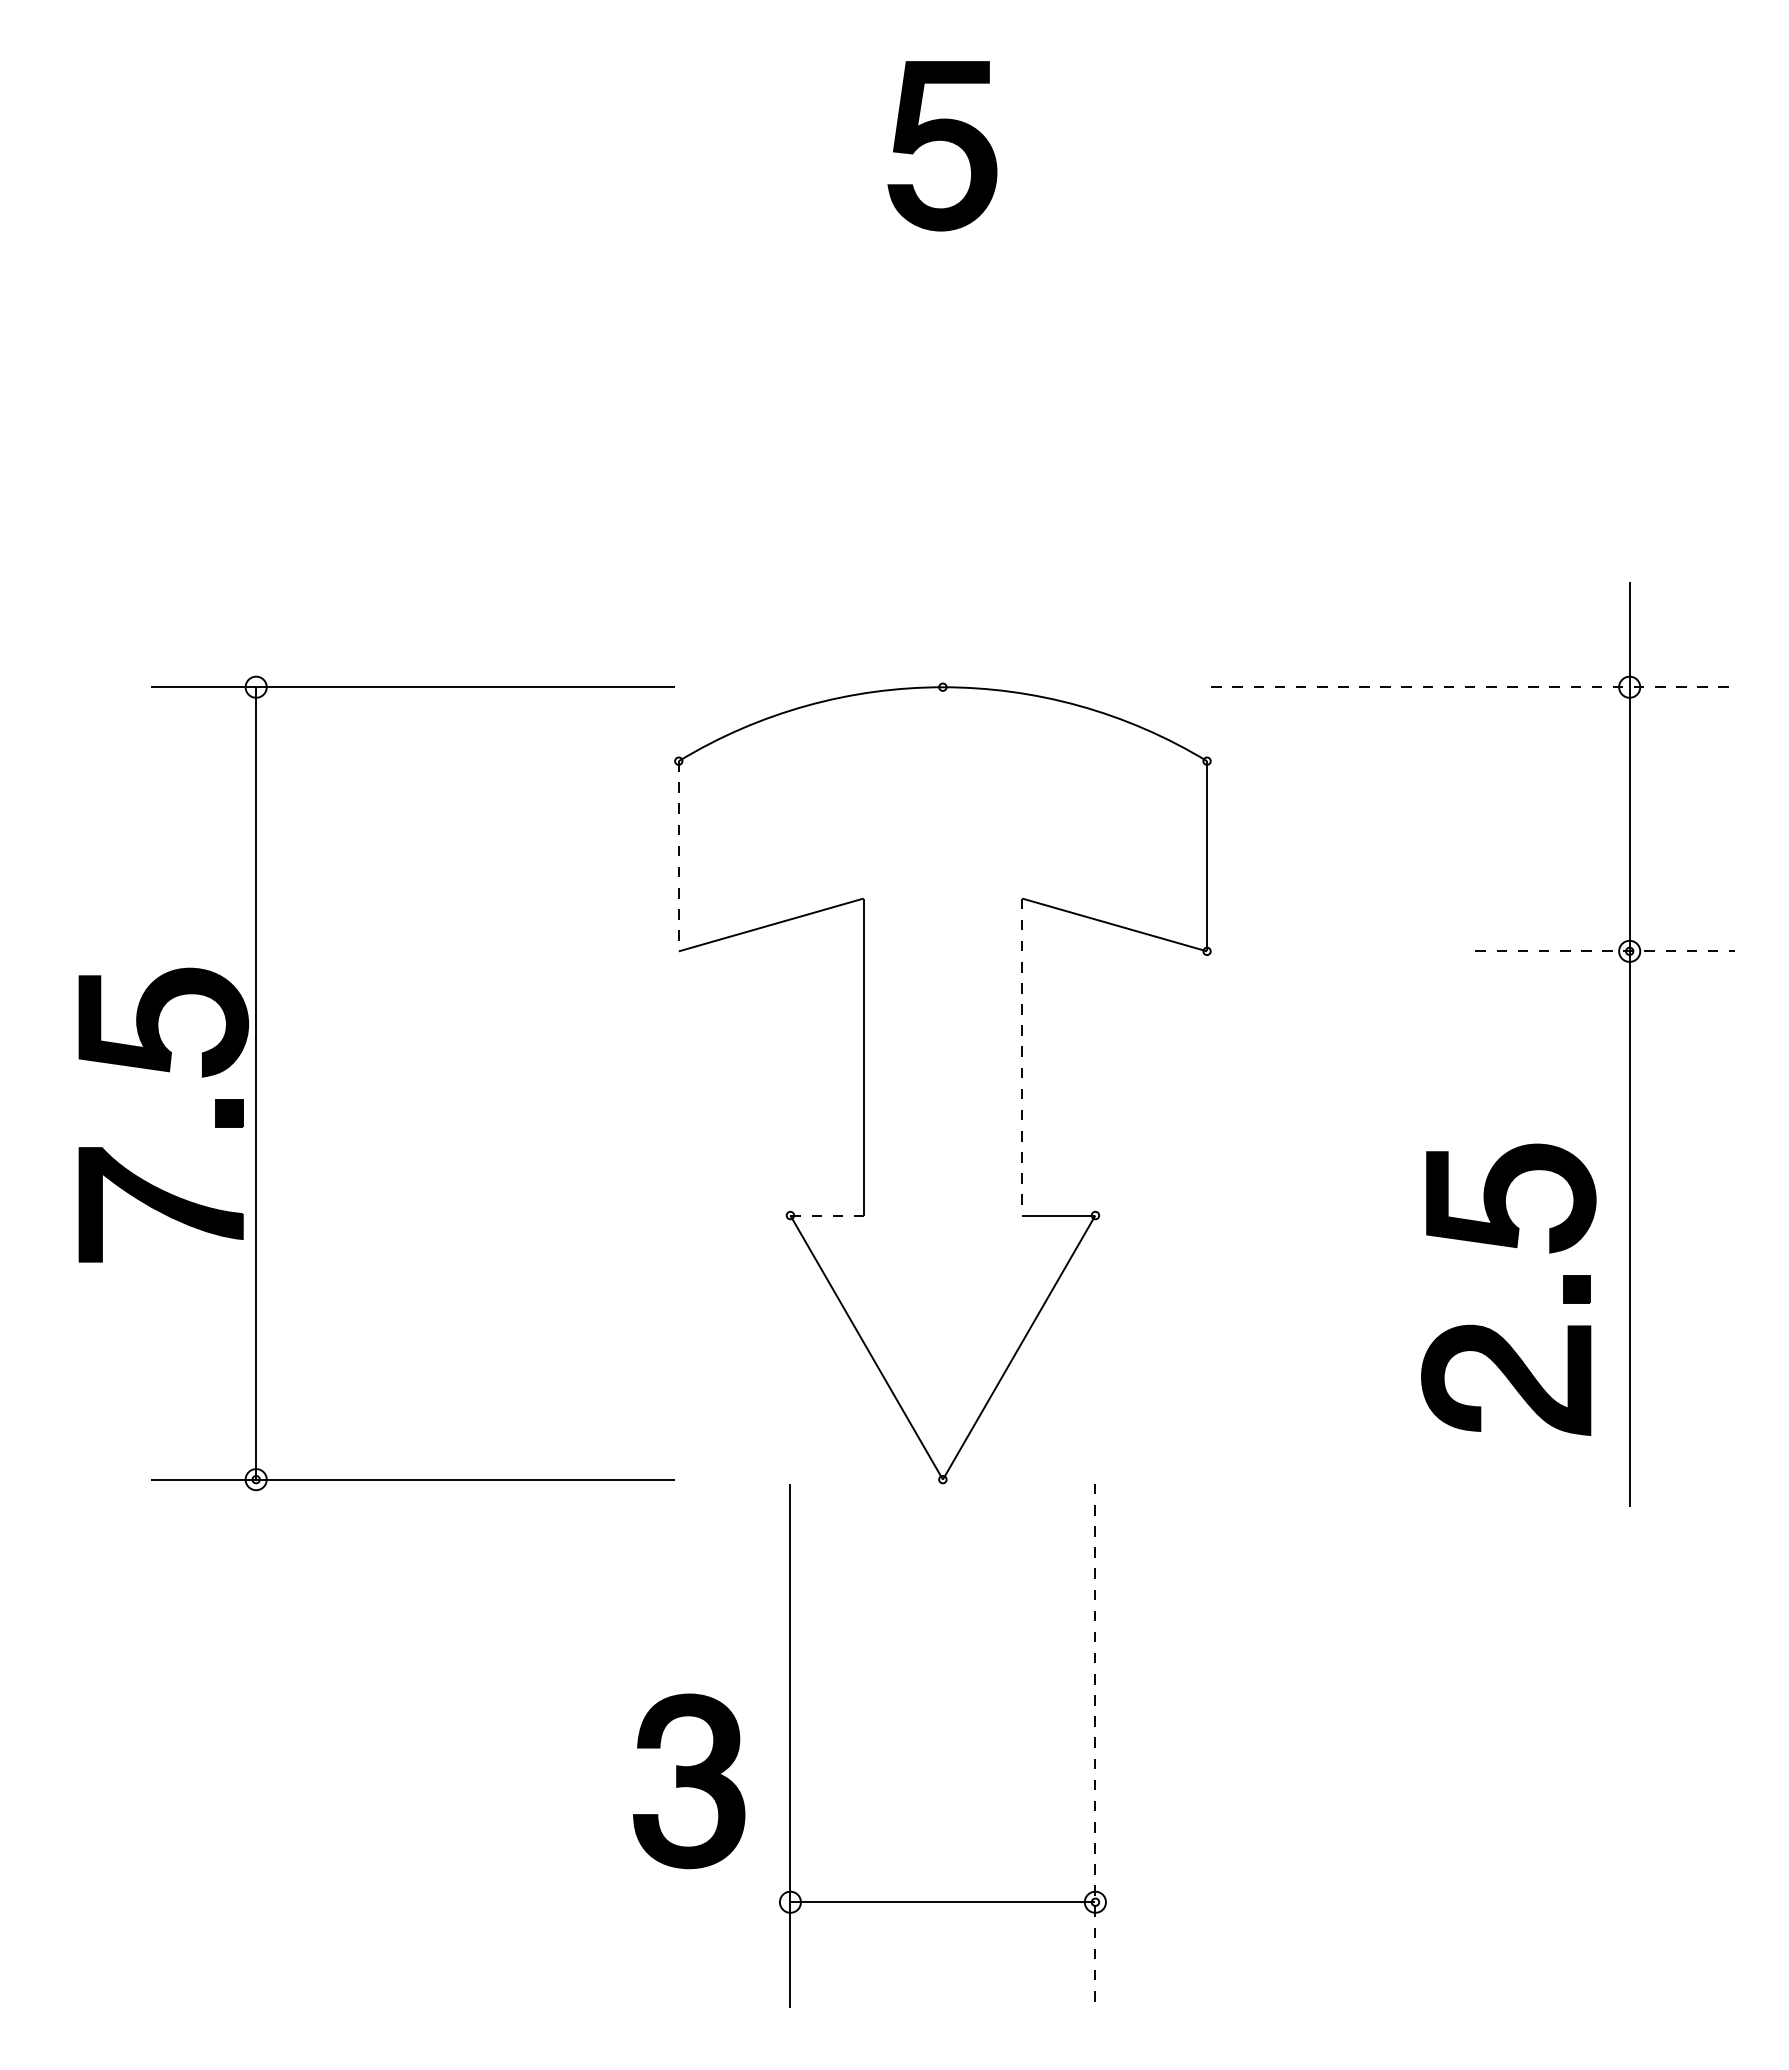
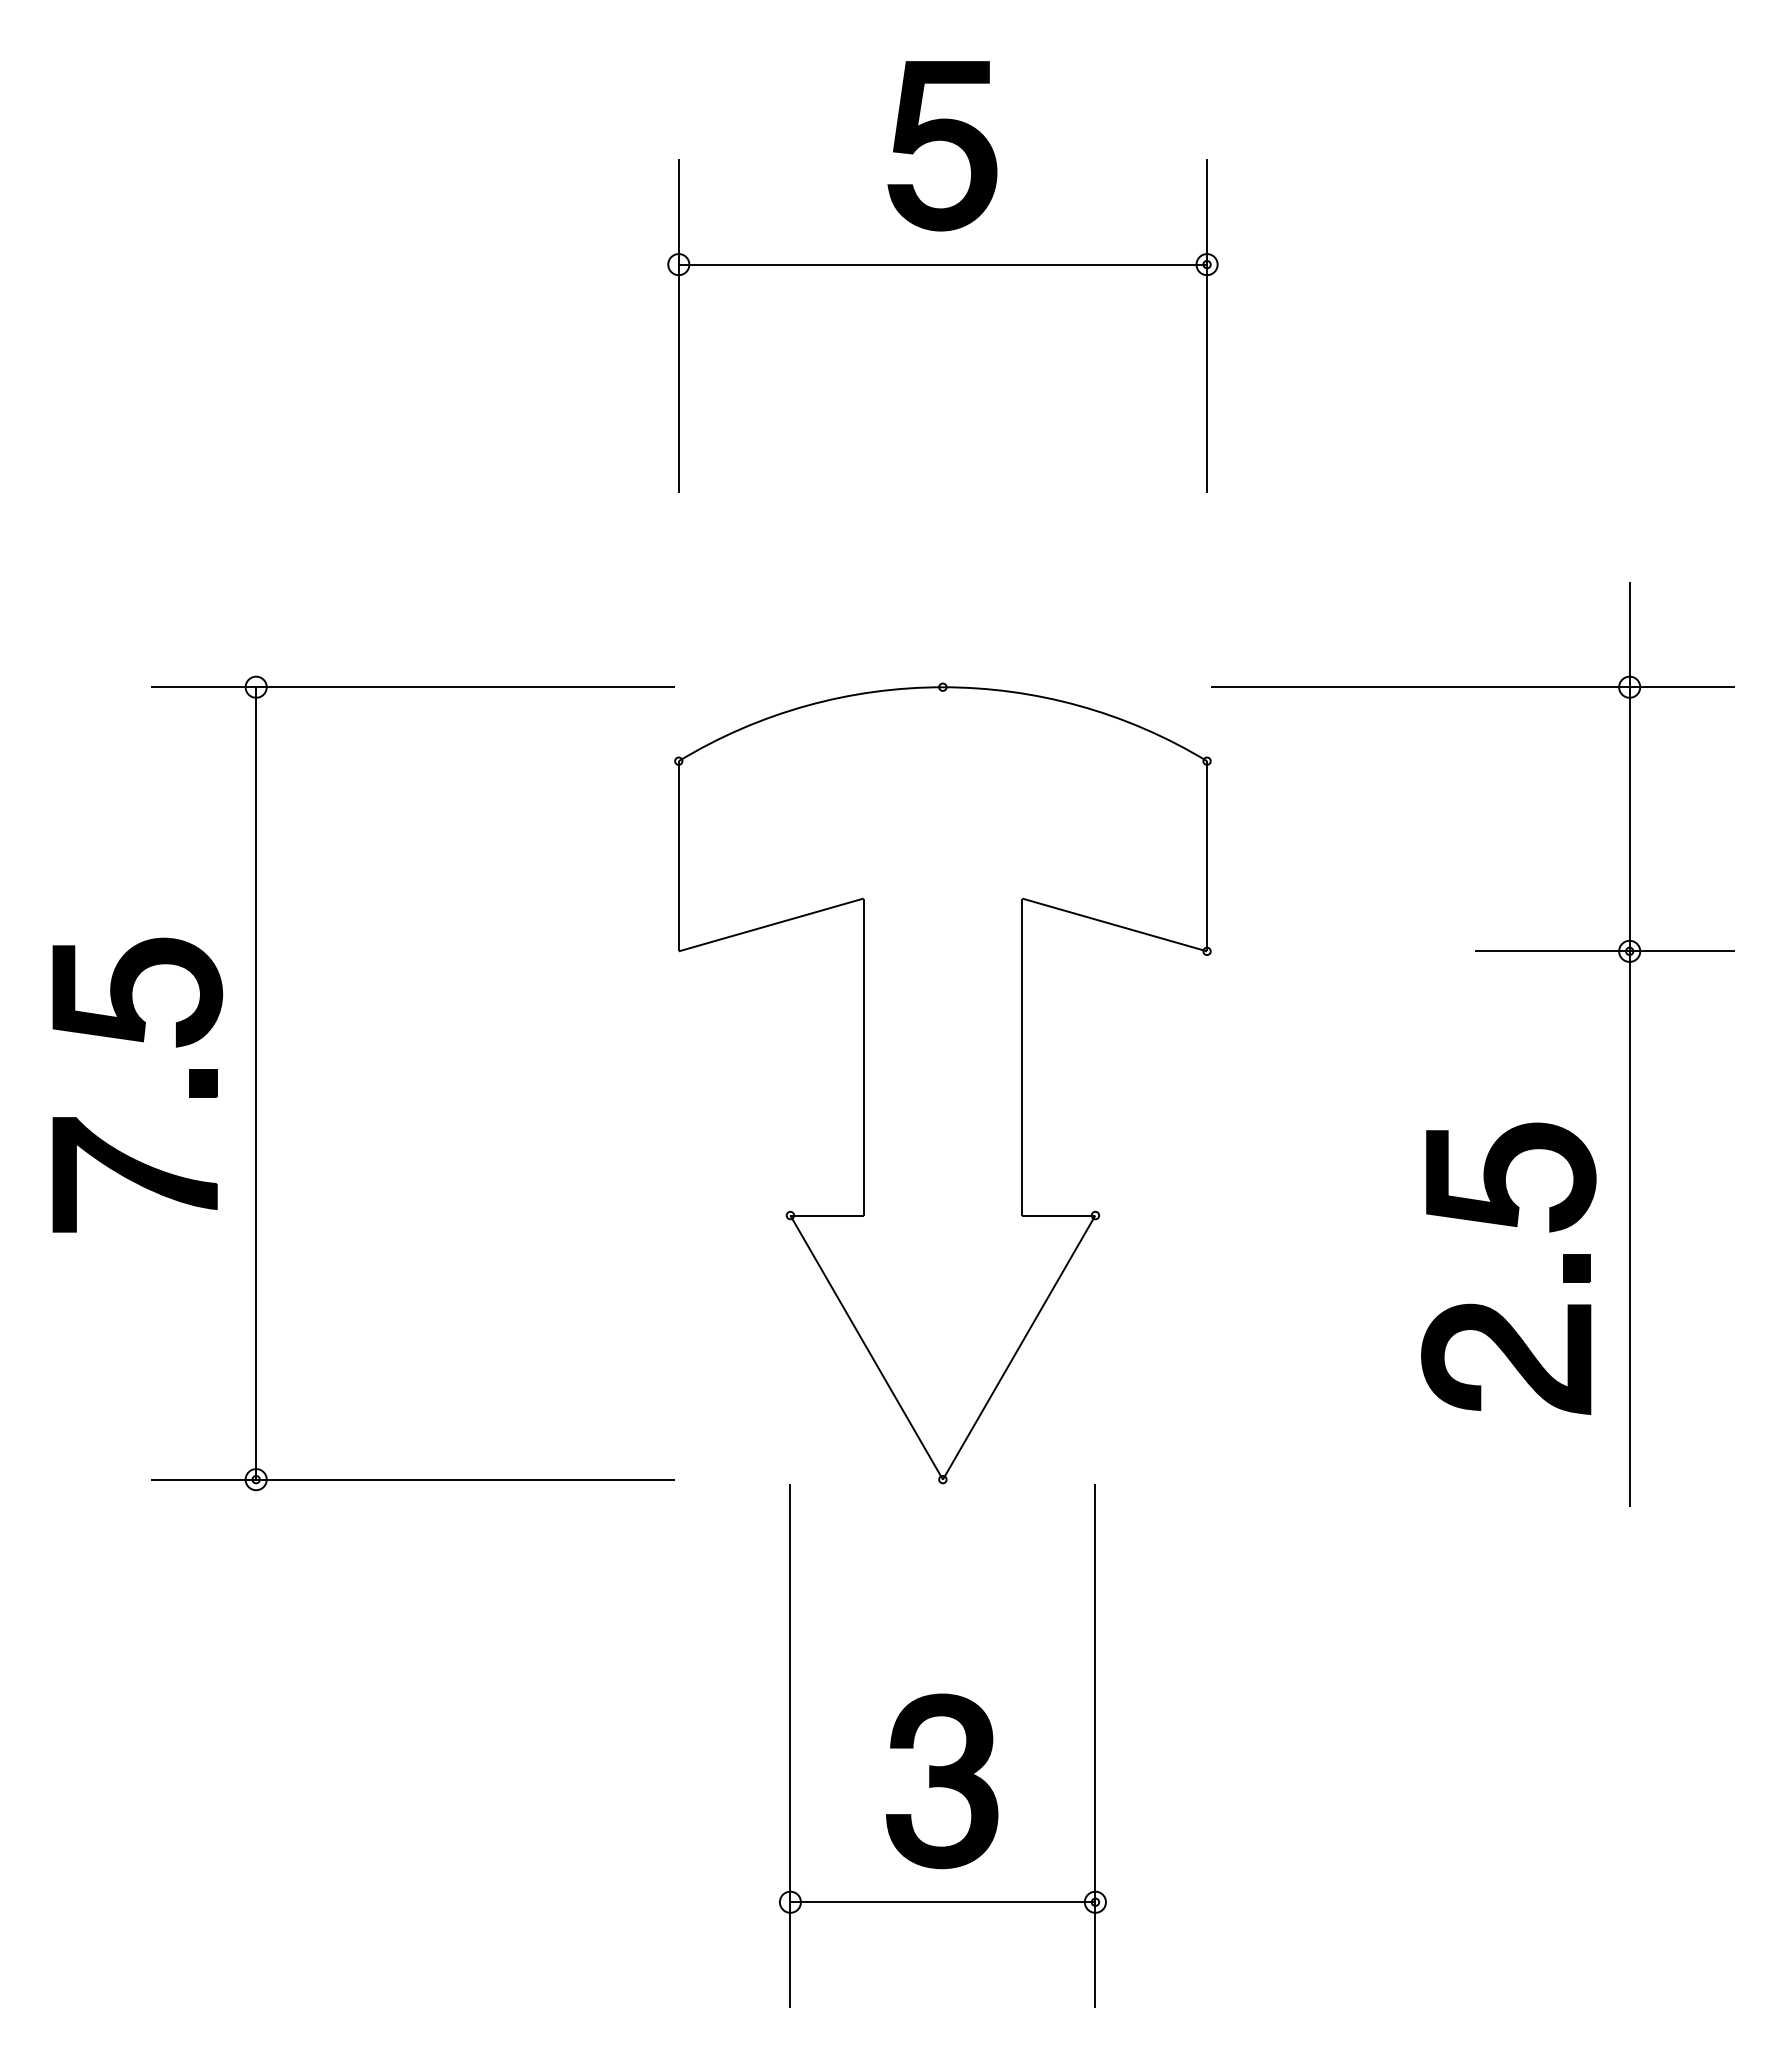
part at (942, 265): none -> present
line at (1473, 687): dashed -> solid
line at (678, 856): dashed -> solid
line at (1605, 951): dashed -> solid
line at (1022, 1057): dashed -> solid
part at (168, 1072) position: (168, 1072) -> (142, 1042)
line at (827, 1215): dashed -> solid
part at (1516, 1248) position: (1516, 1248) -> (1516, 1227)
line at (1095, 1746): dashed -> solid
part at (689, 1781) position: (689, 1781) -> (942, 1781)
